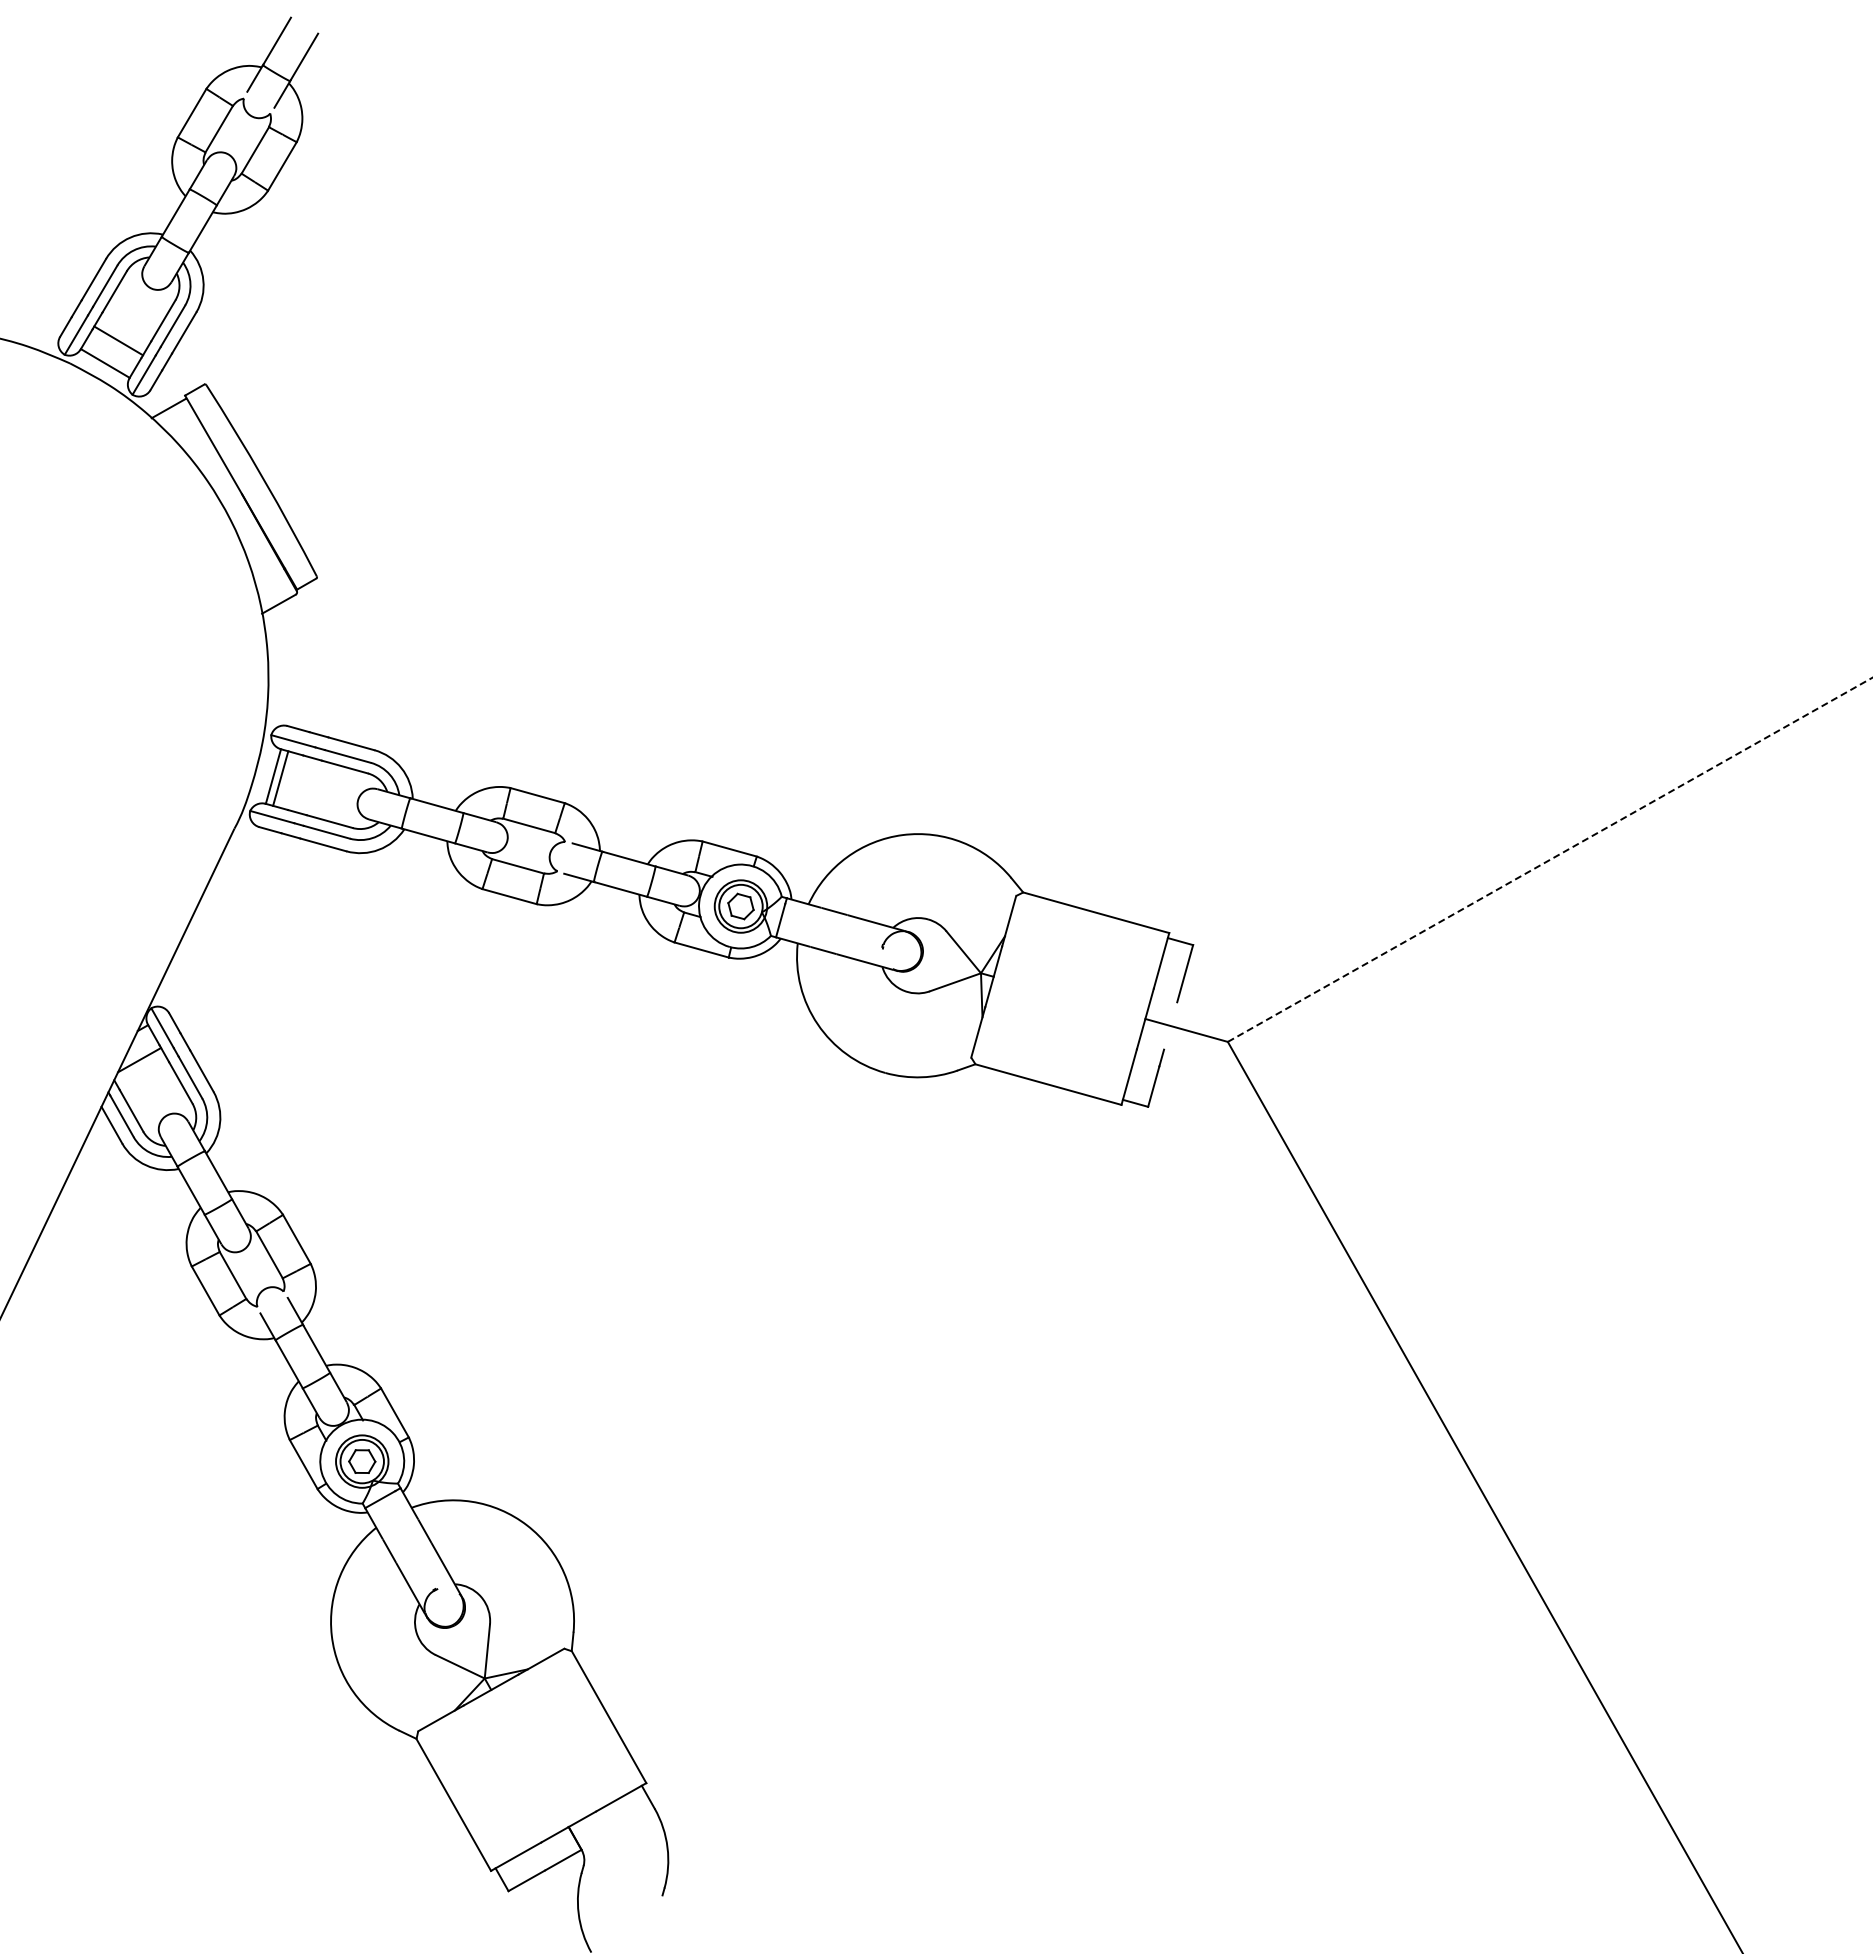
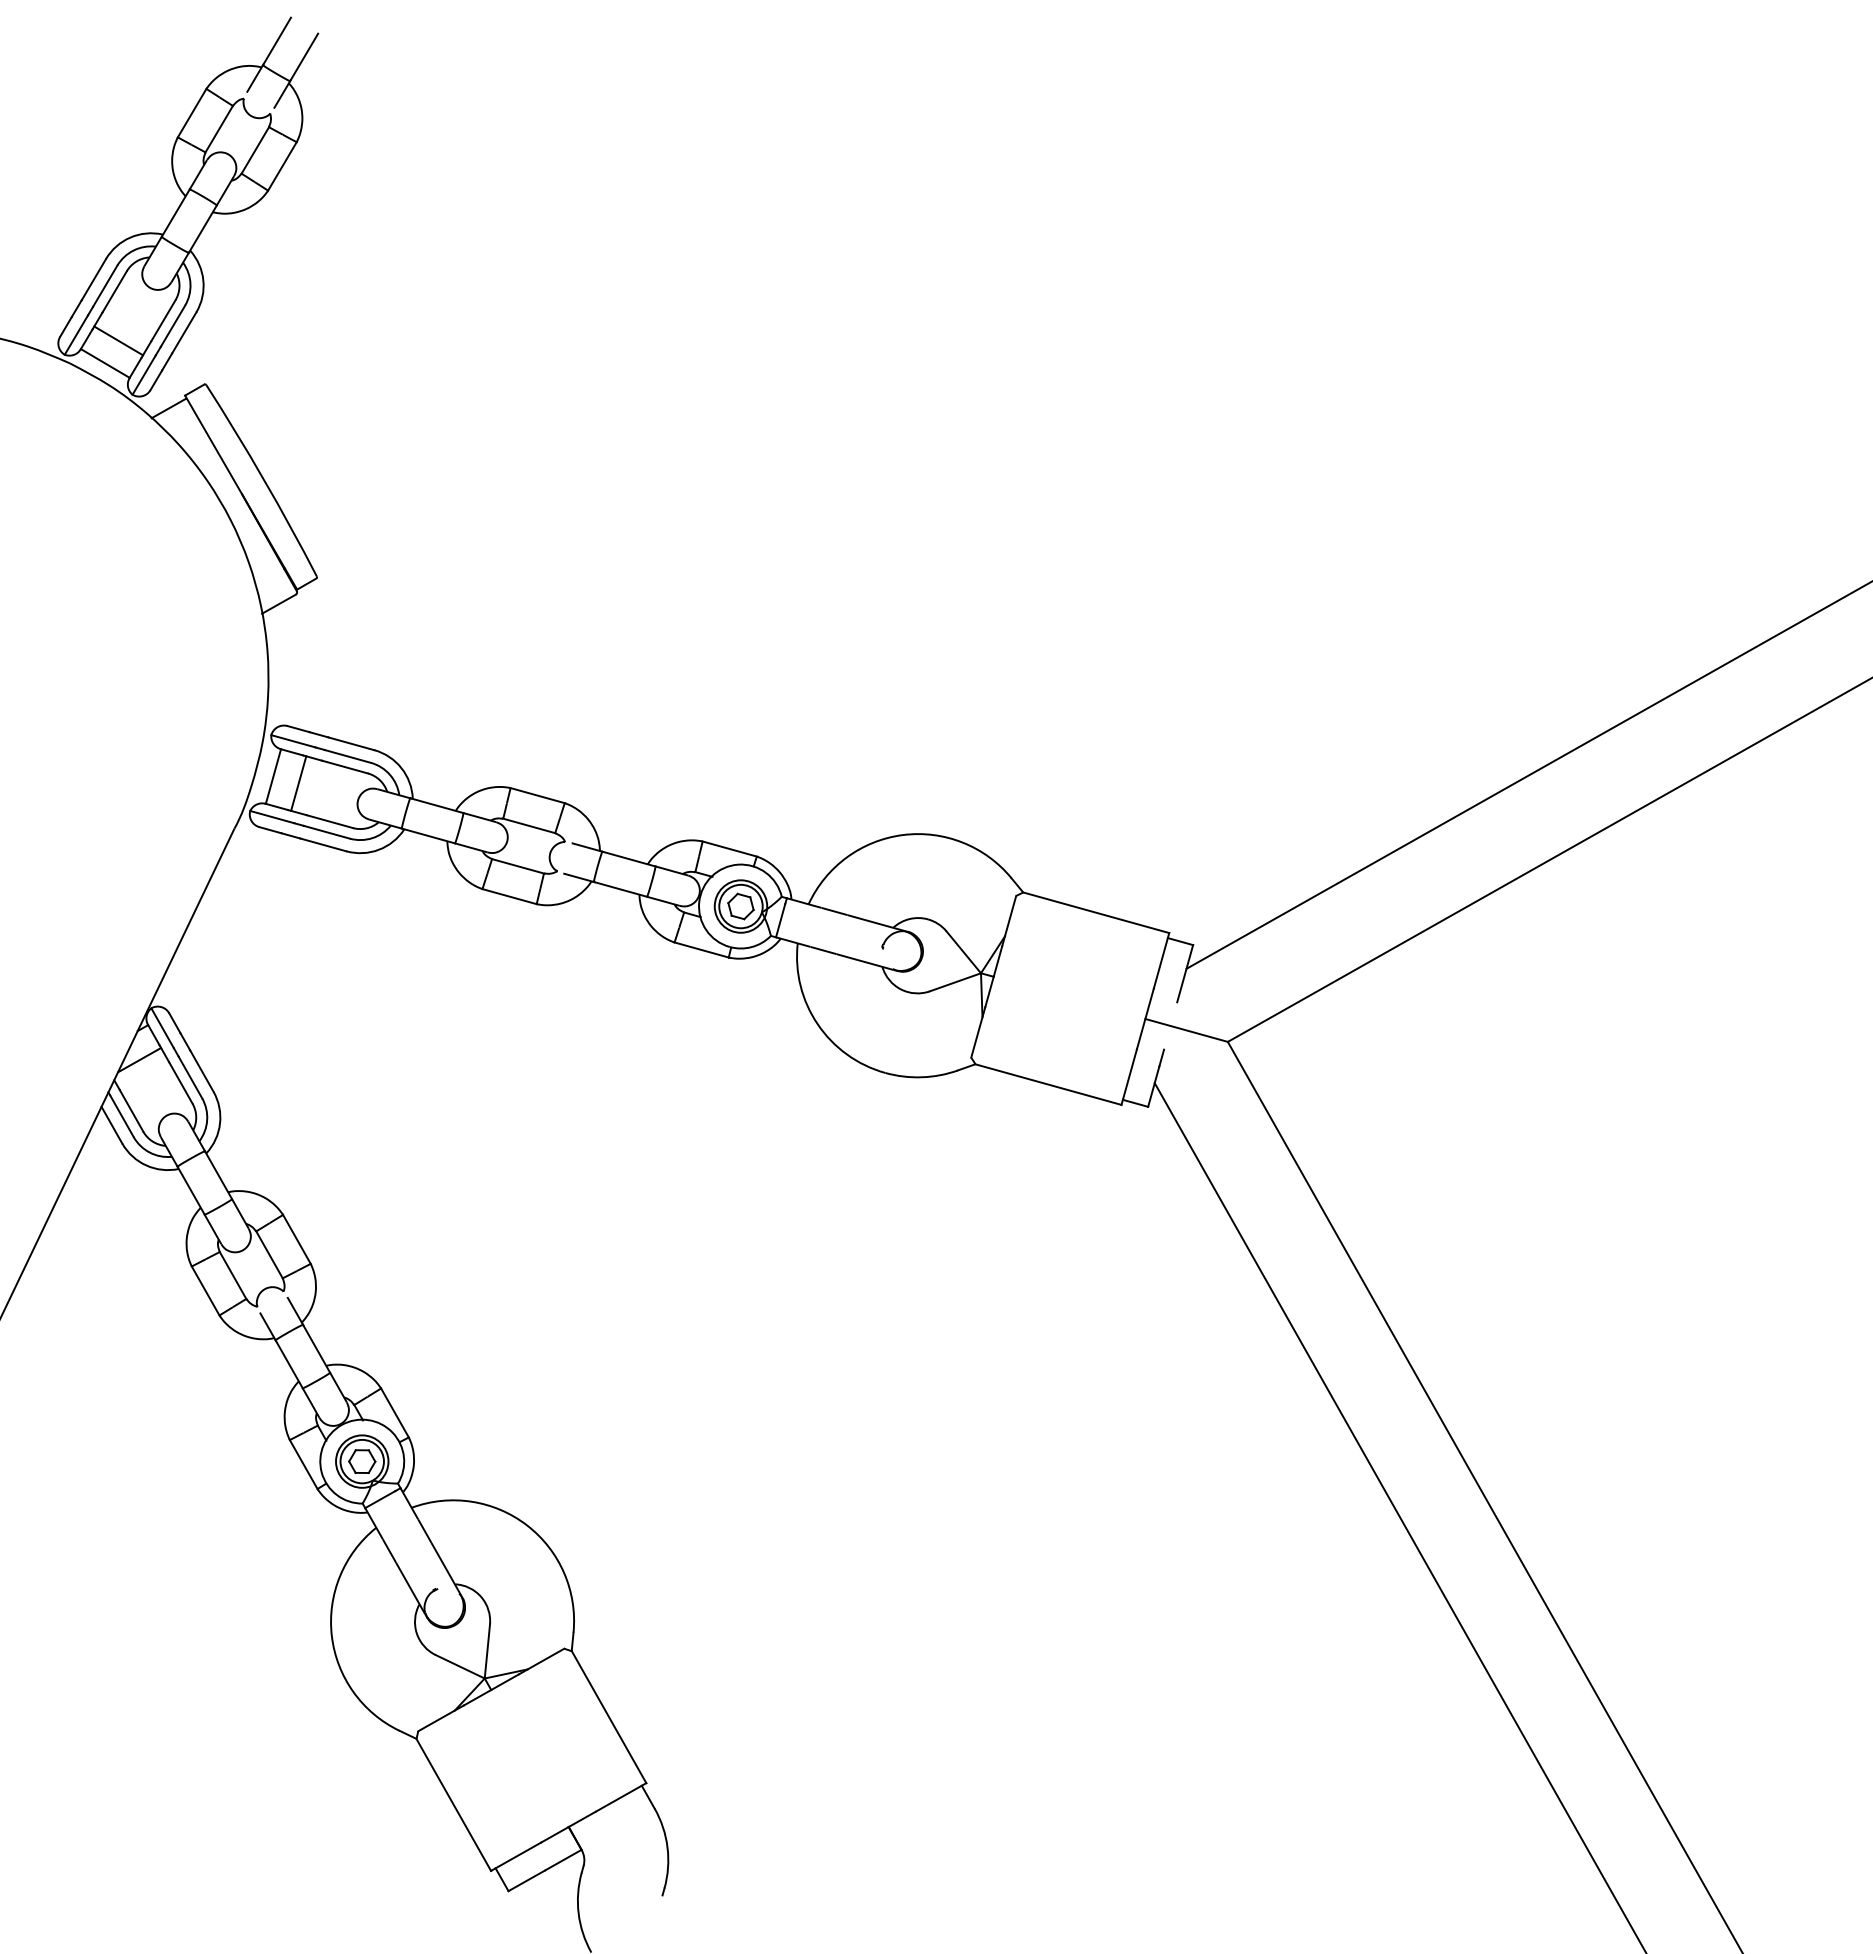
line at (1527, 775): none -> present
line at (280, 778) position: (280, 778) -> (298, 783)
line at (1550, 859): dashed -> solid
line at (1399, 1516): none -> present
